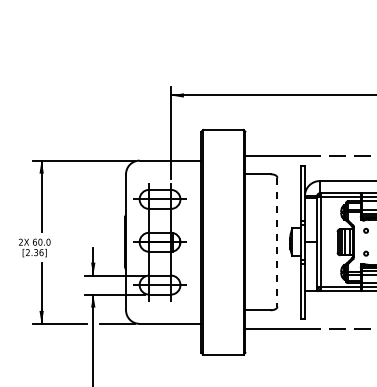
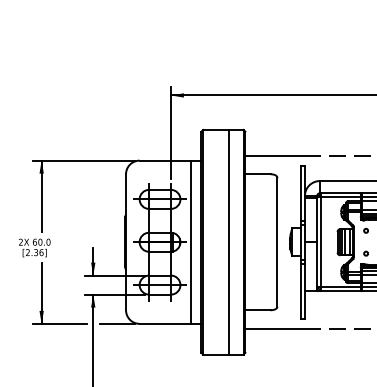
line at (191, 241): none -> present
line at (229, 241): none -> present
line at (277, 242): dashed -> solid
